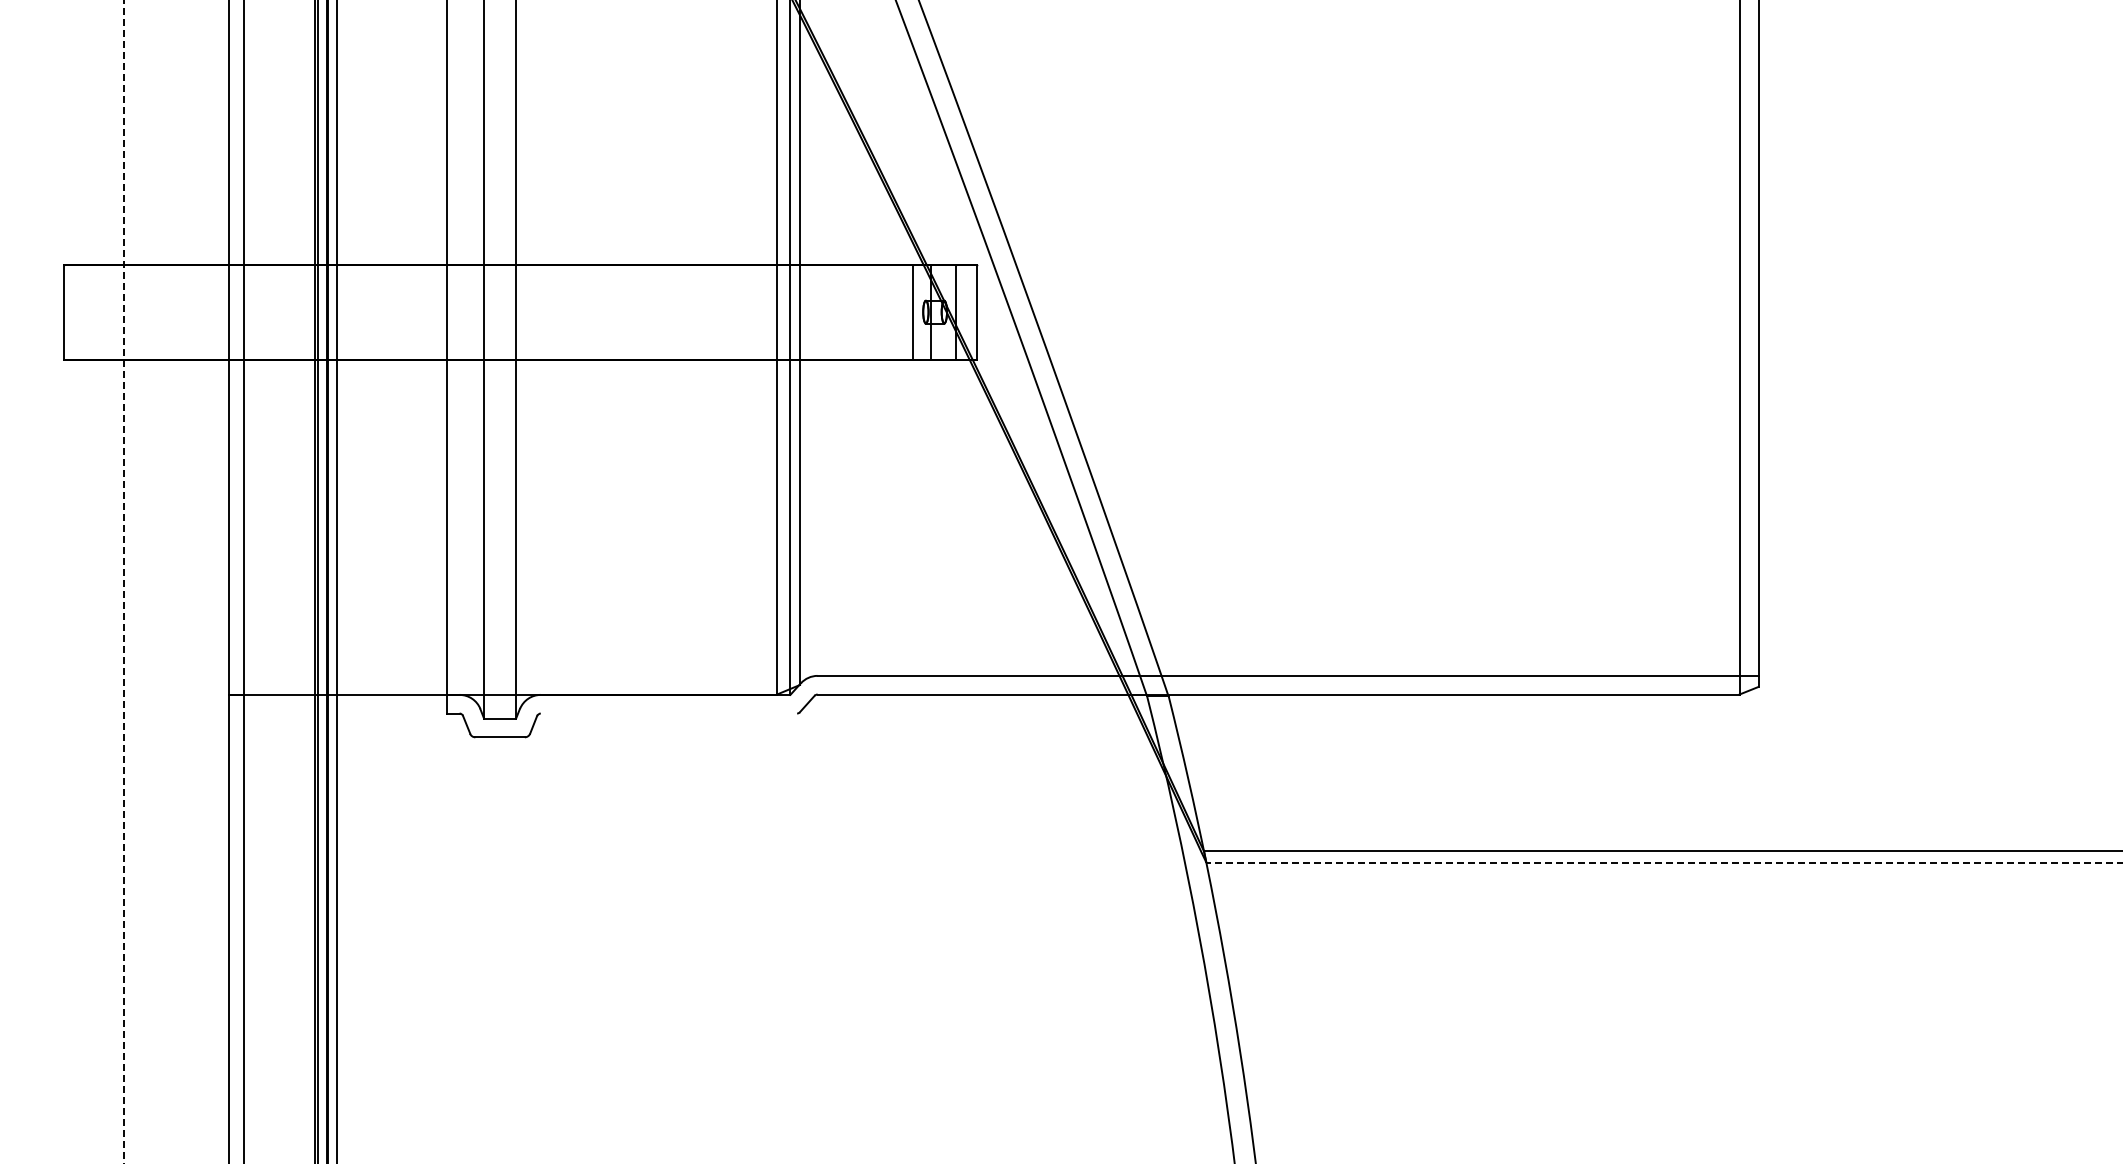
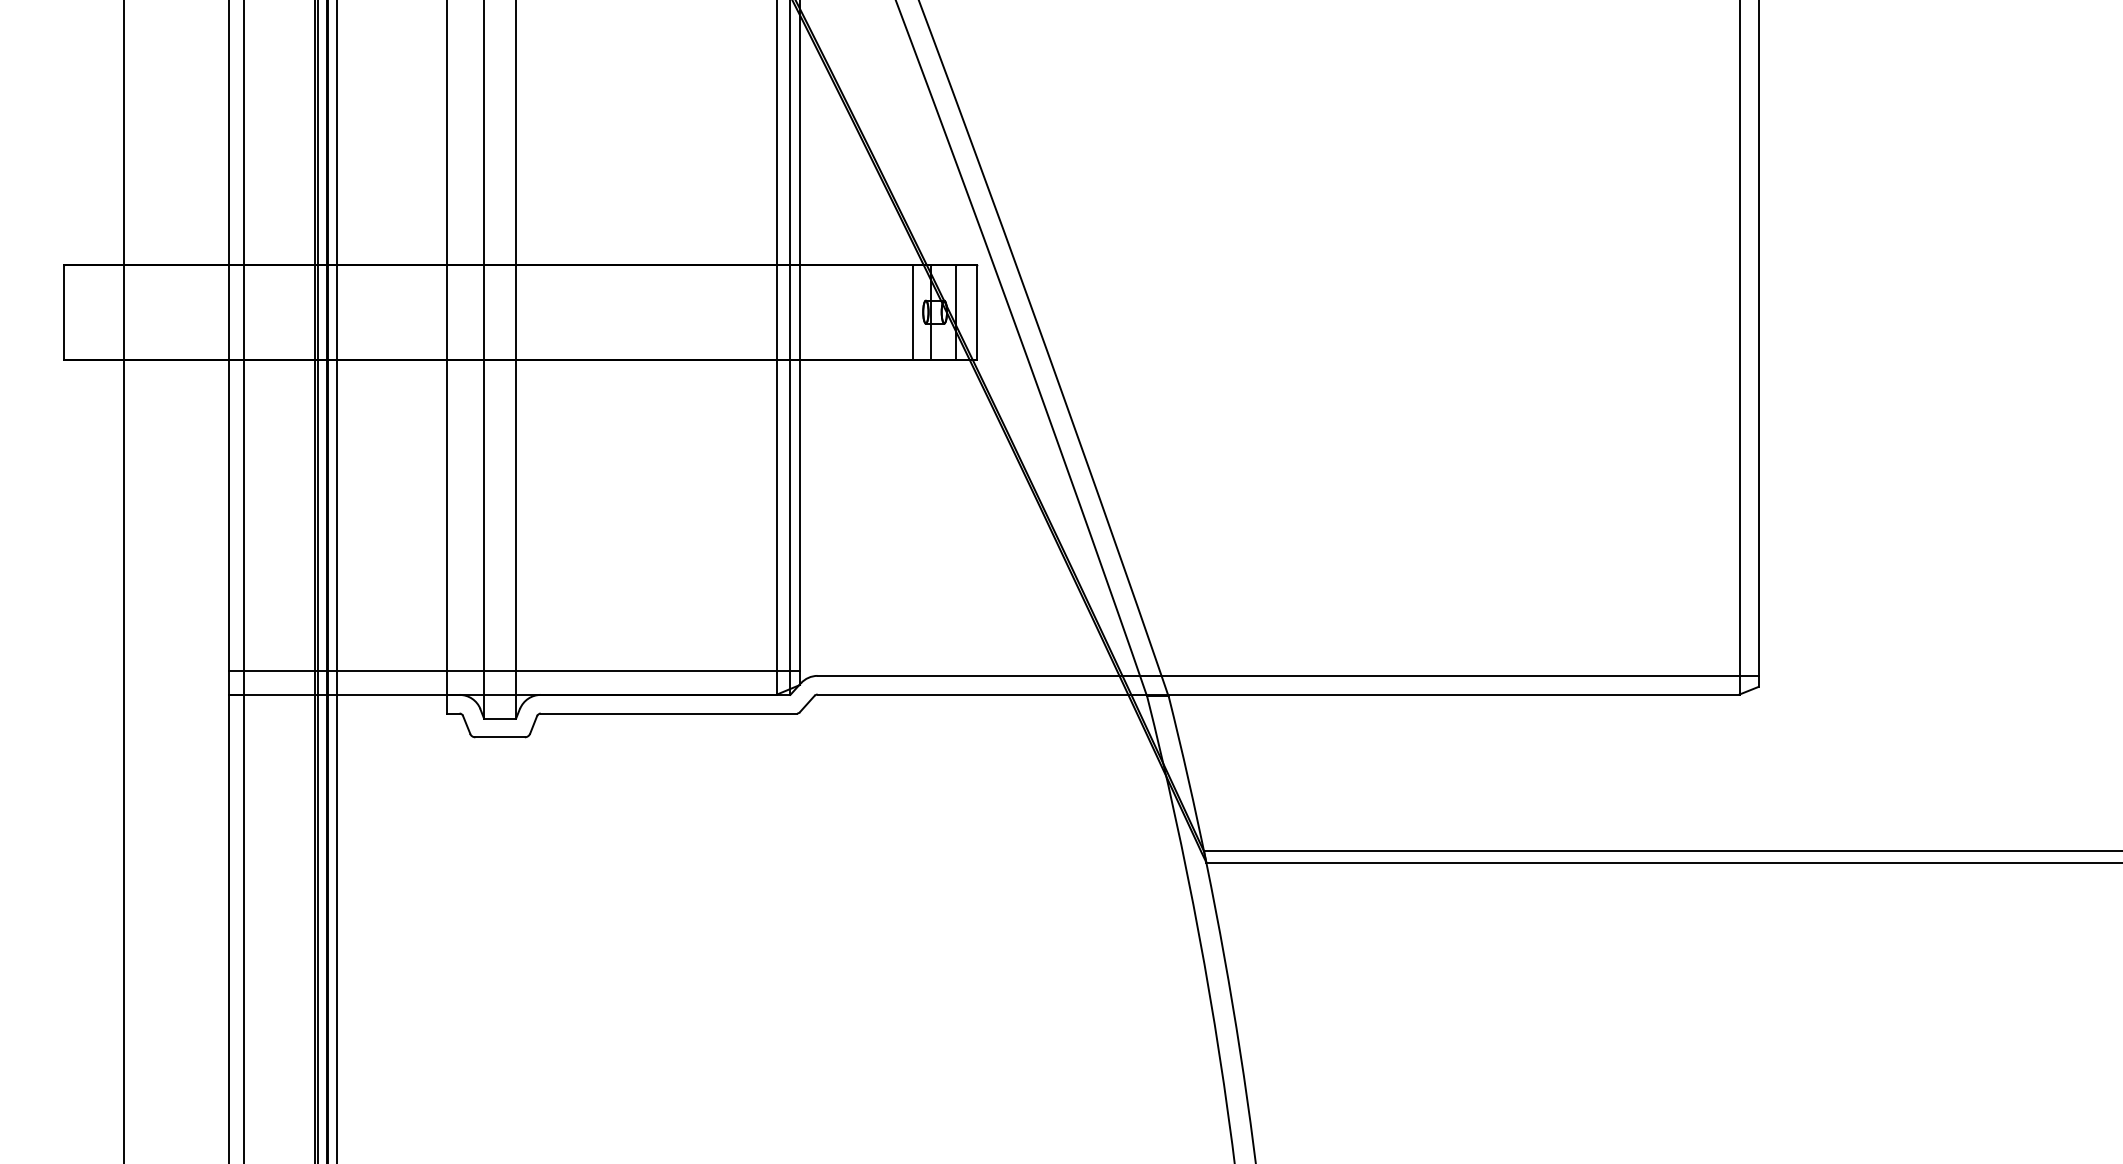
line at (124, 581): dashed -> solid
line at (514, 671): none -> present
line at (668, 713): none -> present
line at (1664, 862): dashed -> solid
